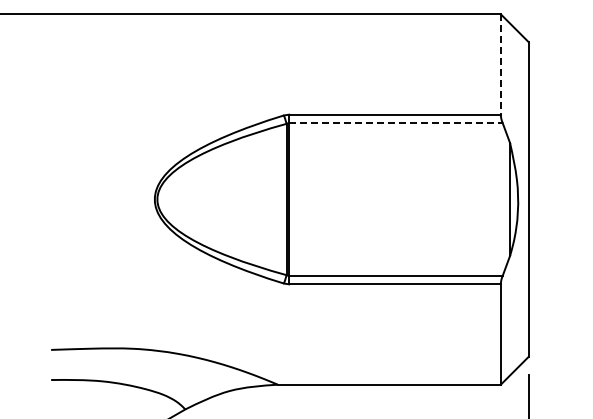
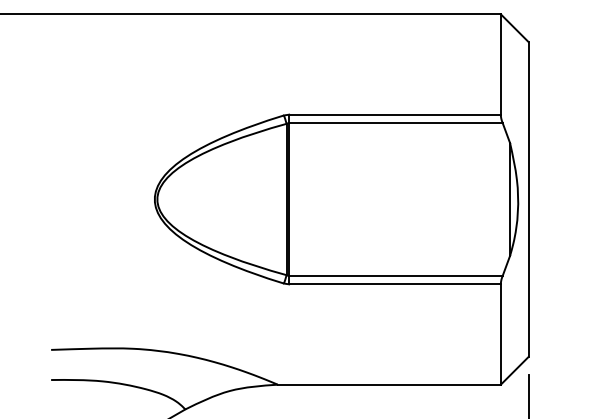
line at (500, 64): dashed -> solid
line at (395, 123): dashed -> solid
